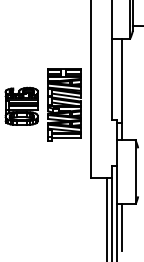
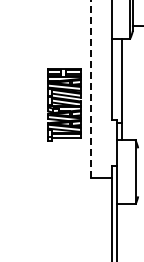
line at (91, 89): solid -> dashed
part at (21, 105): present -> none
line at (107, 217): present -> none
line at (122, 227): present -> none
